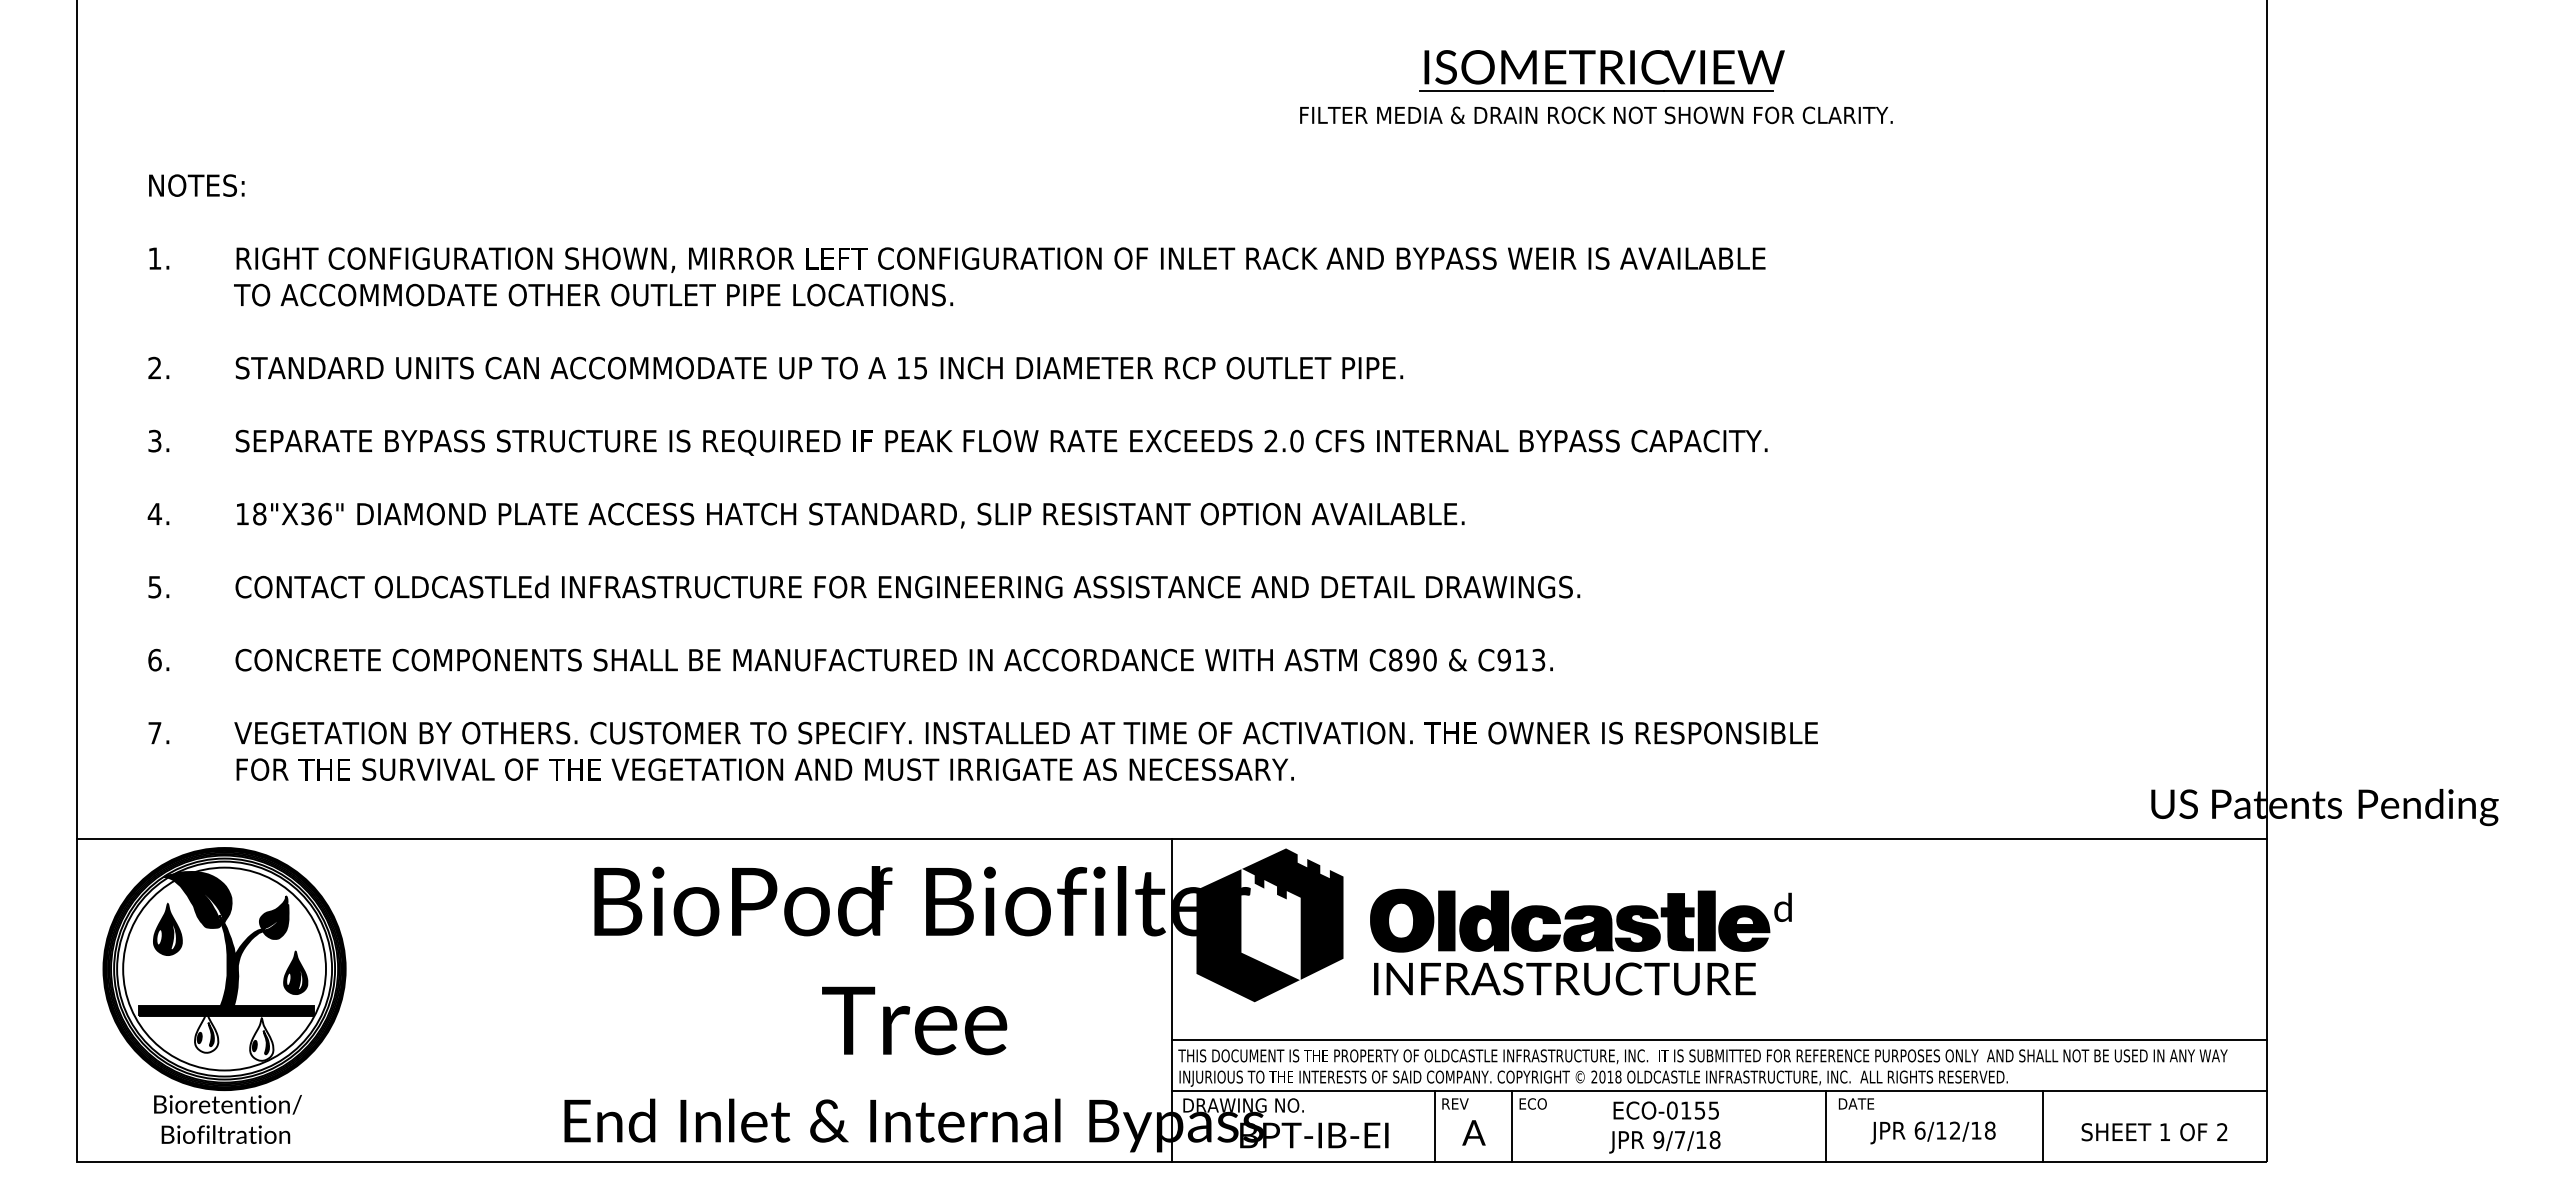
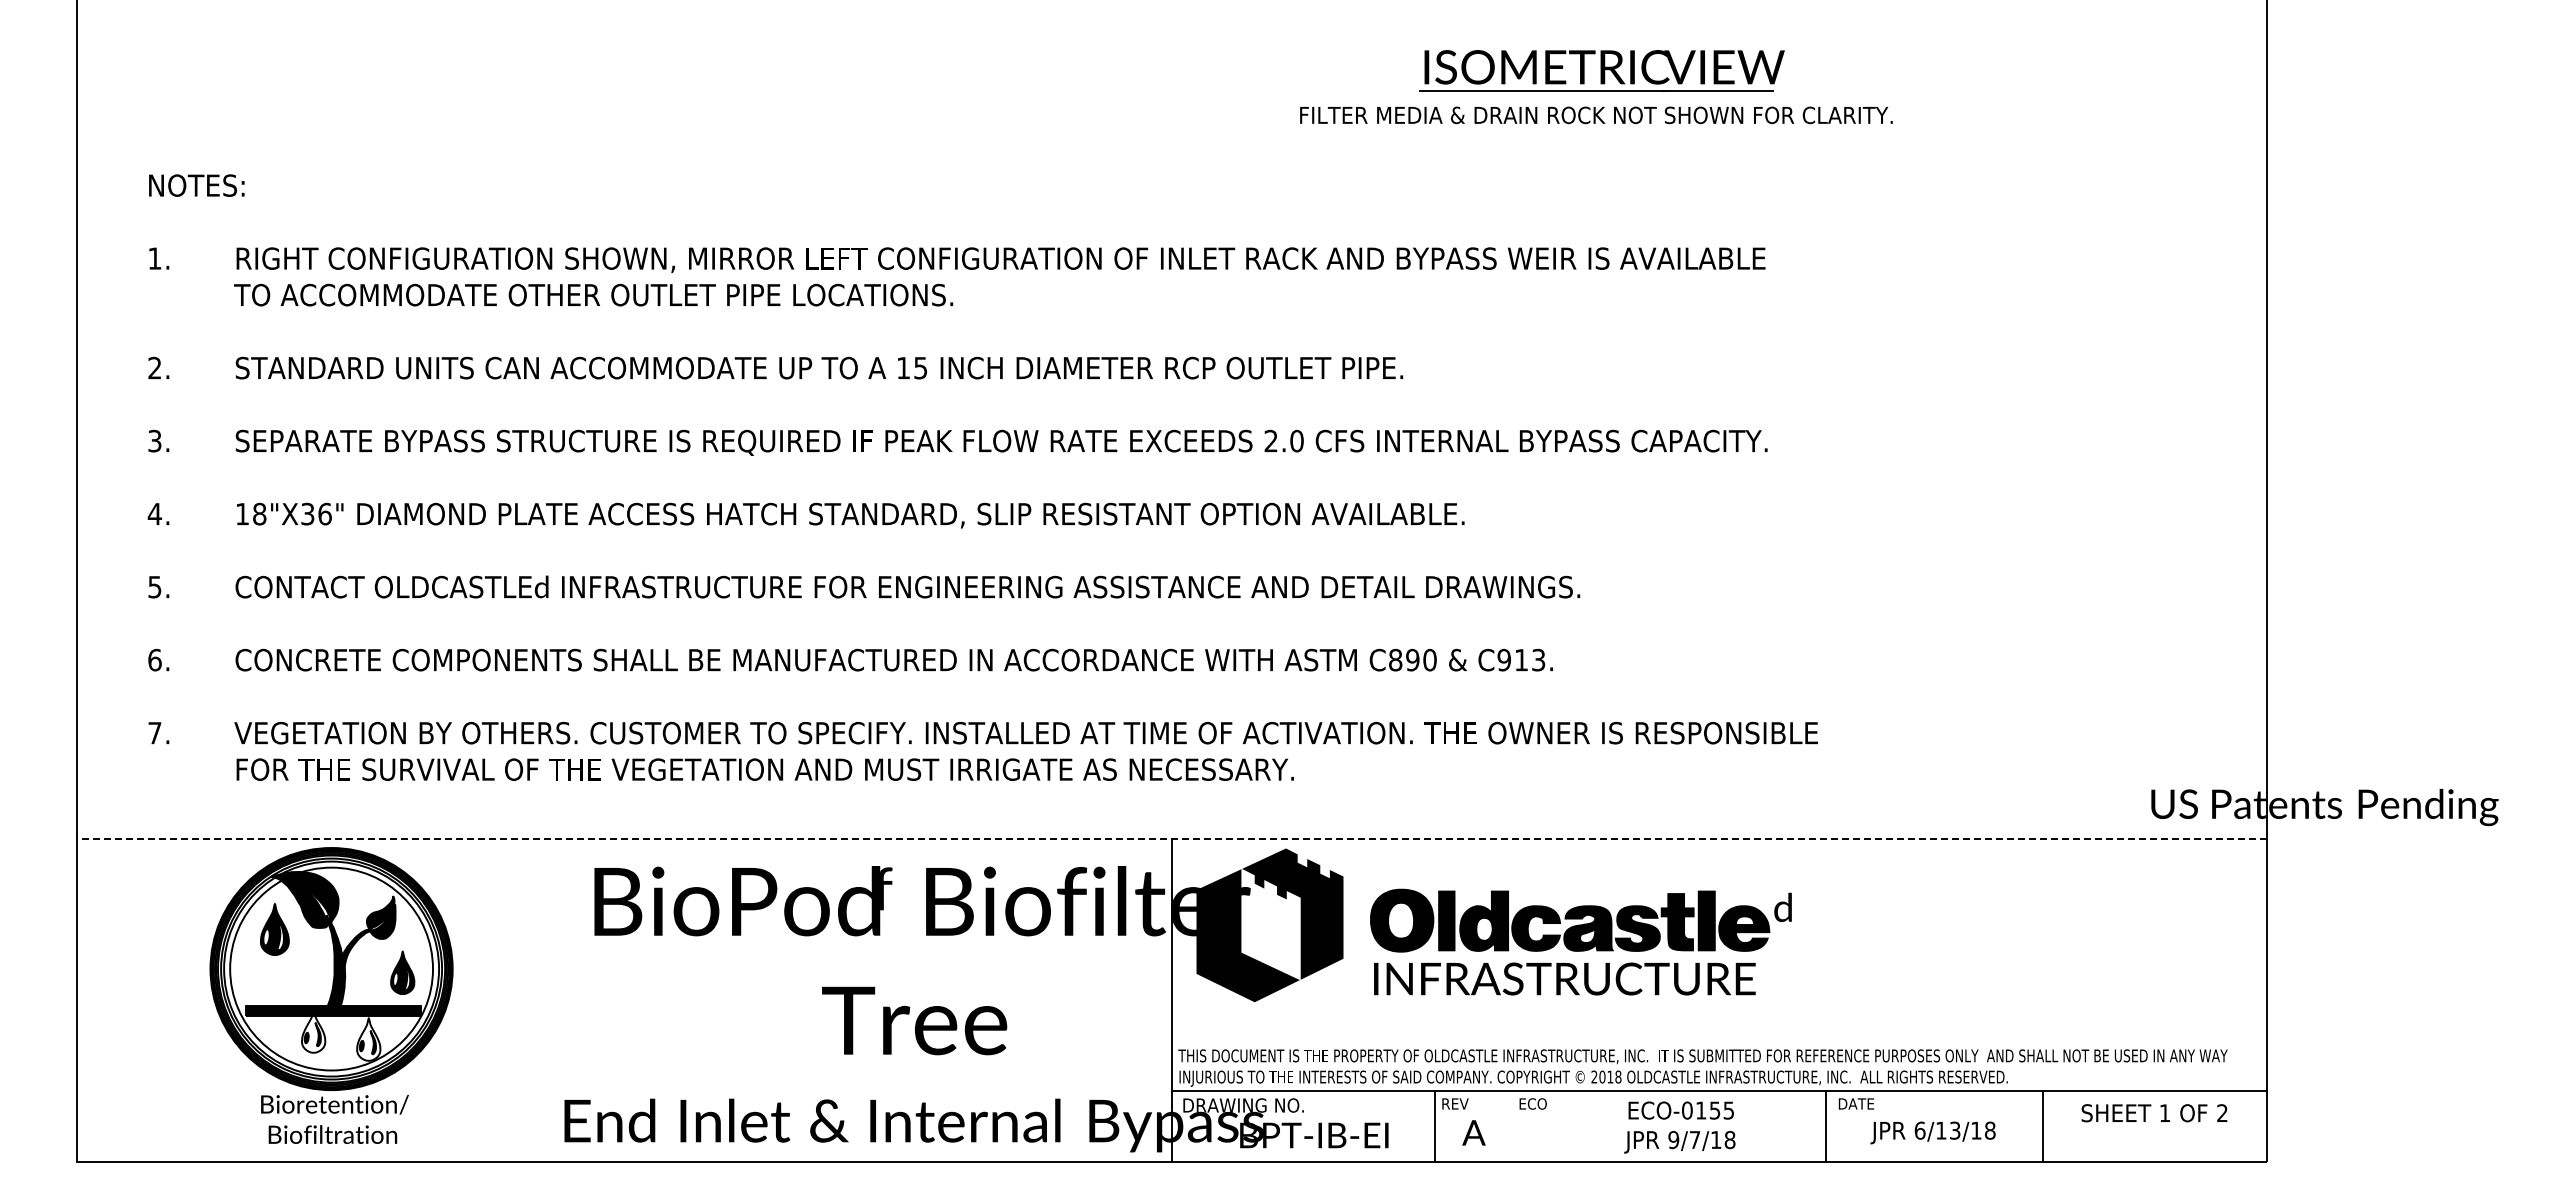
line at (1172, 839): solid -> dashed
part at (224, 995) position: (224, 995) -> (331, 995)
line at (1719, 1039): present -> none
line at (1511, 1126): present -> none
text at (1664, 1127) position: (1664, 1127) -> (1679, 1127)
text at (1955, 1130): 6/12/18 -> 6/13/18
text at (2154, 1132) position: (2154, 1132) -> (2154, 1113)
